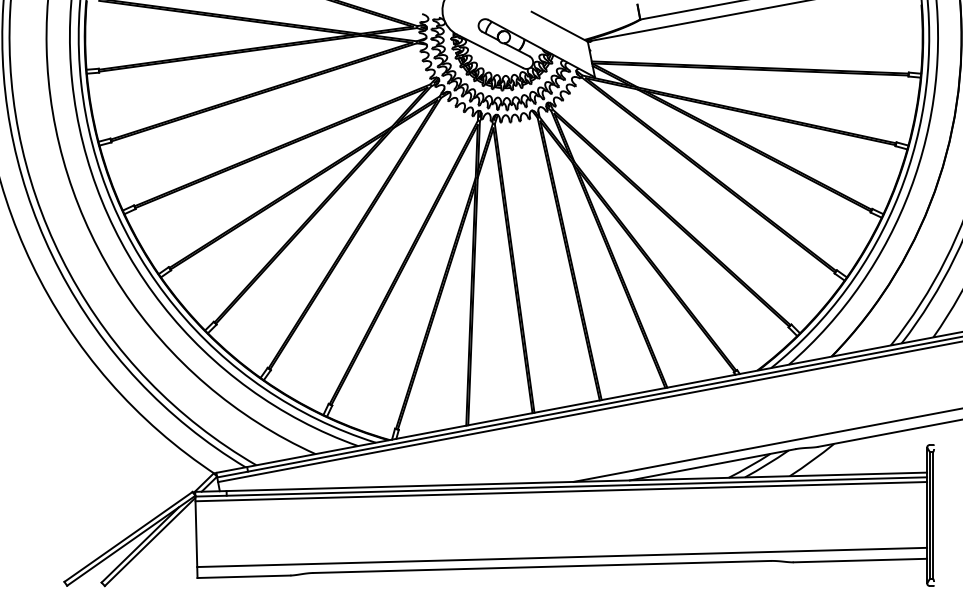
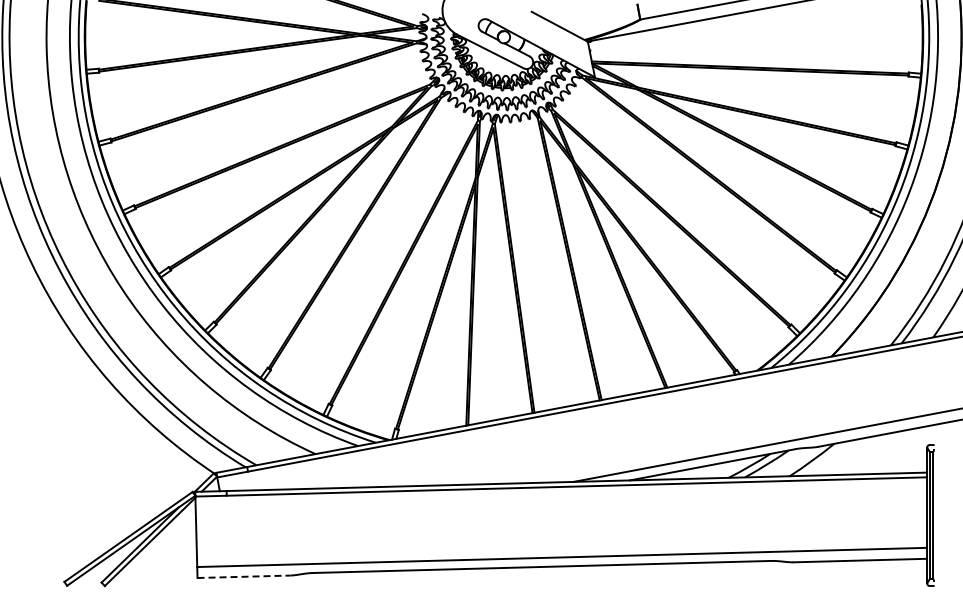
line at (588, 412): present -> none
line at (561, 491): present -> none
line at (244, 576): solid -> dashed
